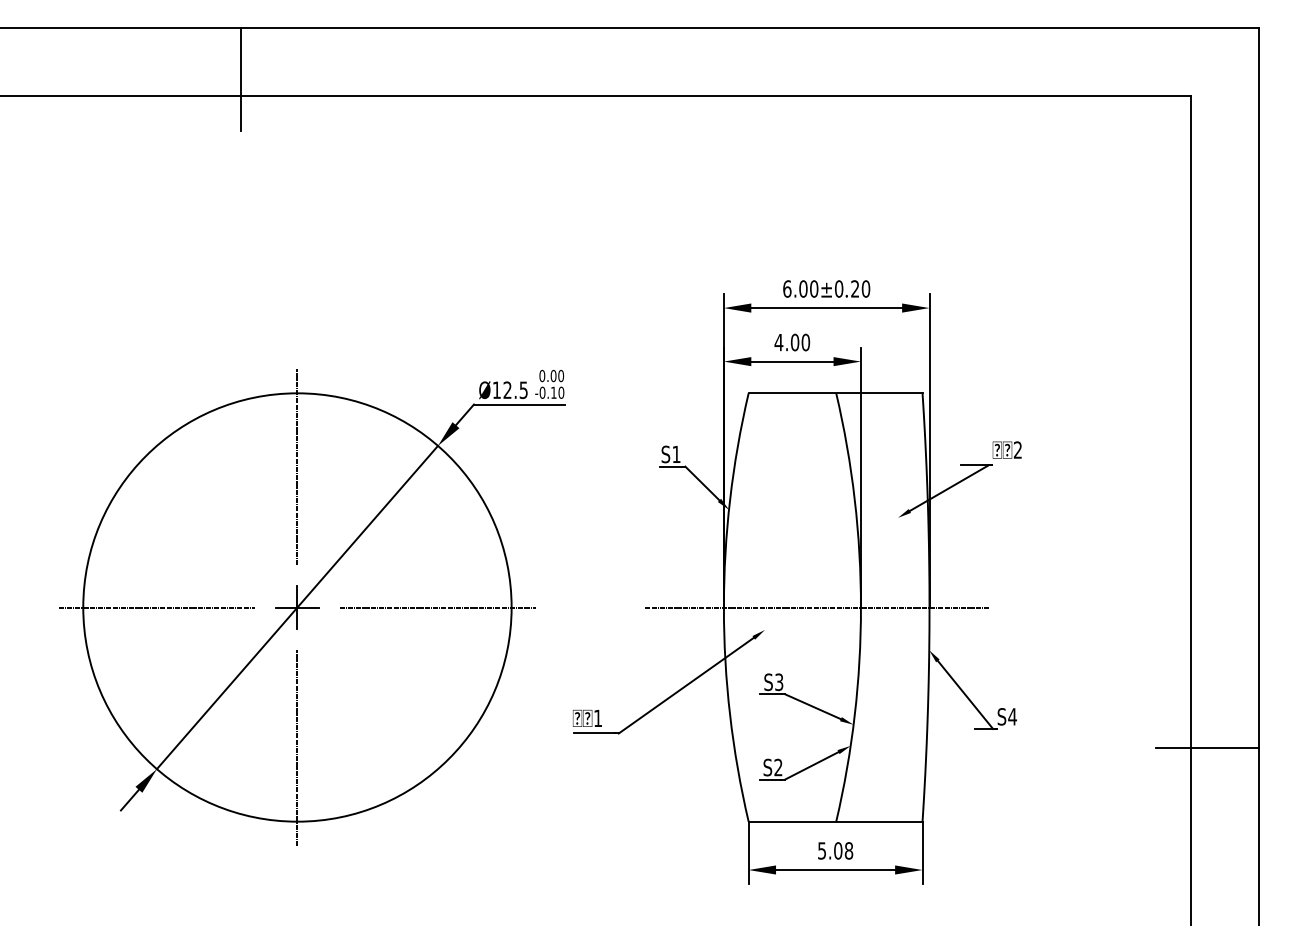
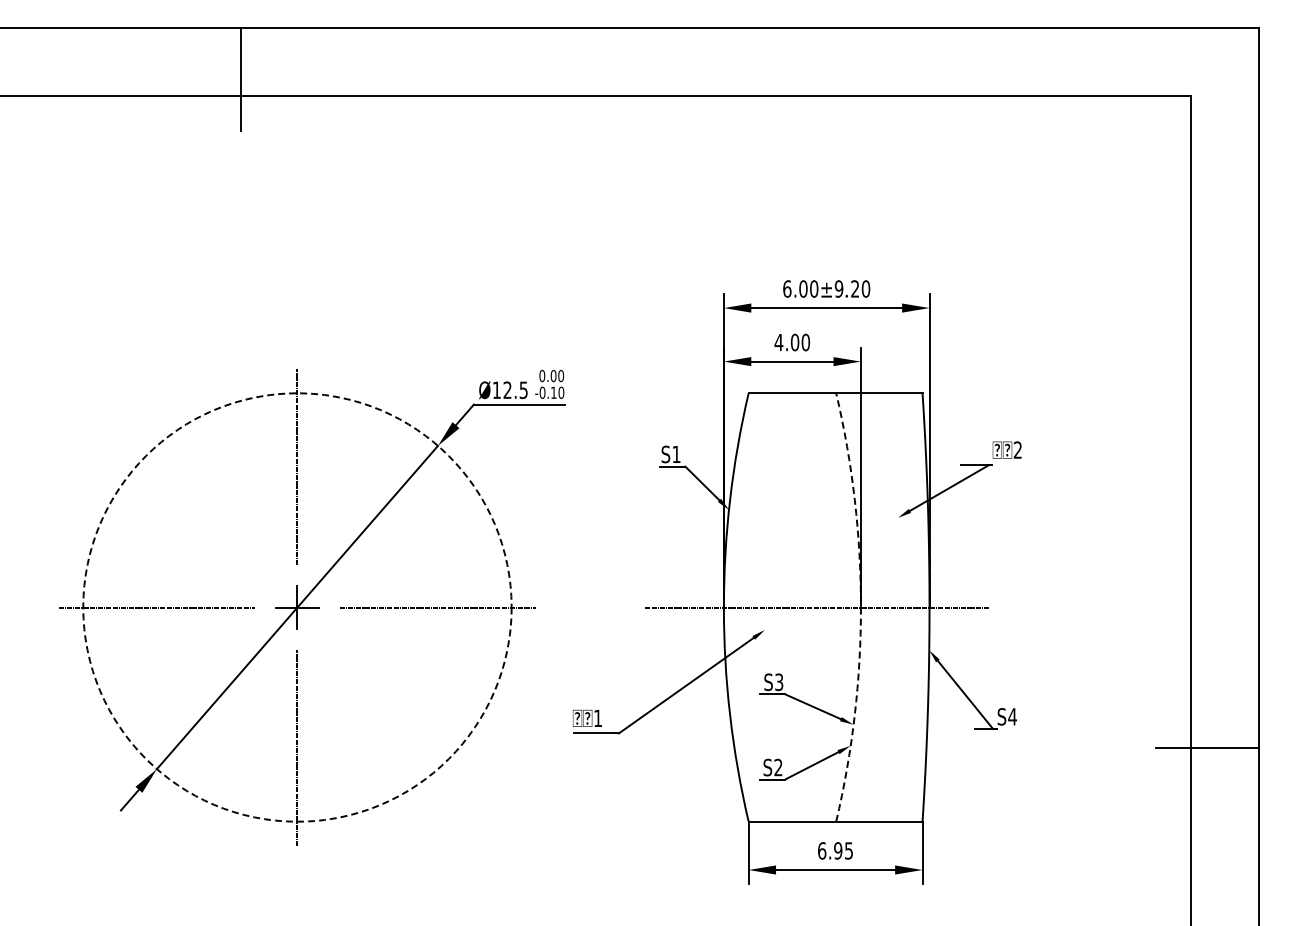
text at (838, 288): 6.00±0 -> 6.00±9
circle at (297, 607): solid -> dashed
arc at (860, 607): solid -> dashed
text at (835, 850): 5.08 -> 6.95
